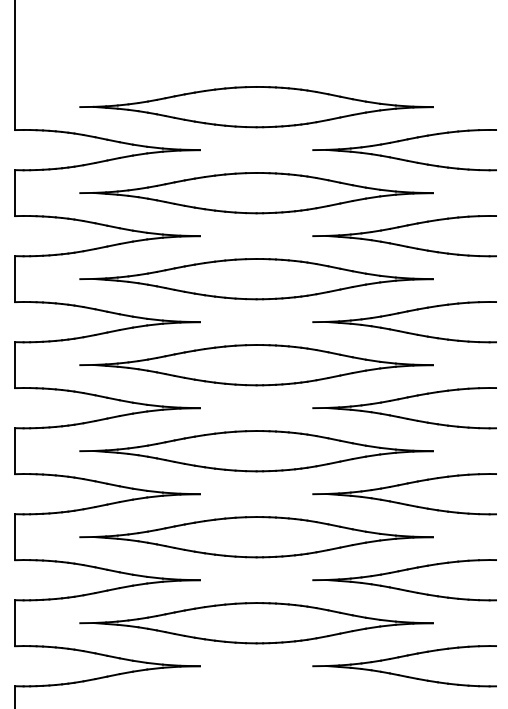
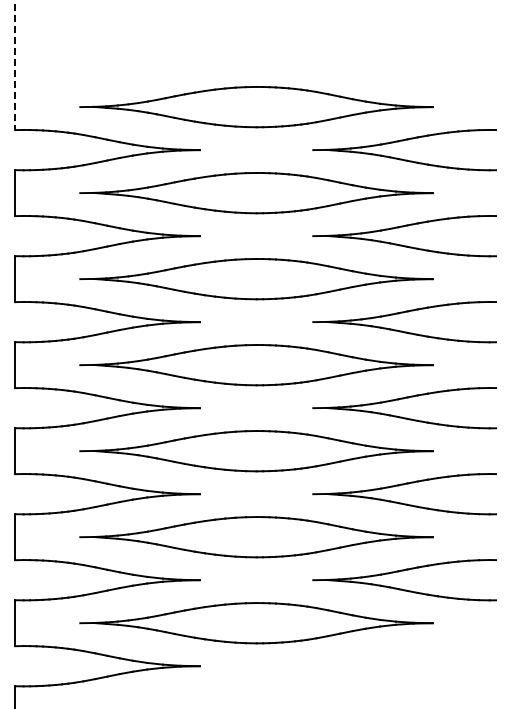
line at (15, 65): solid -> dashed
part at (401, 674): present -> none
